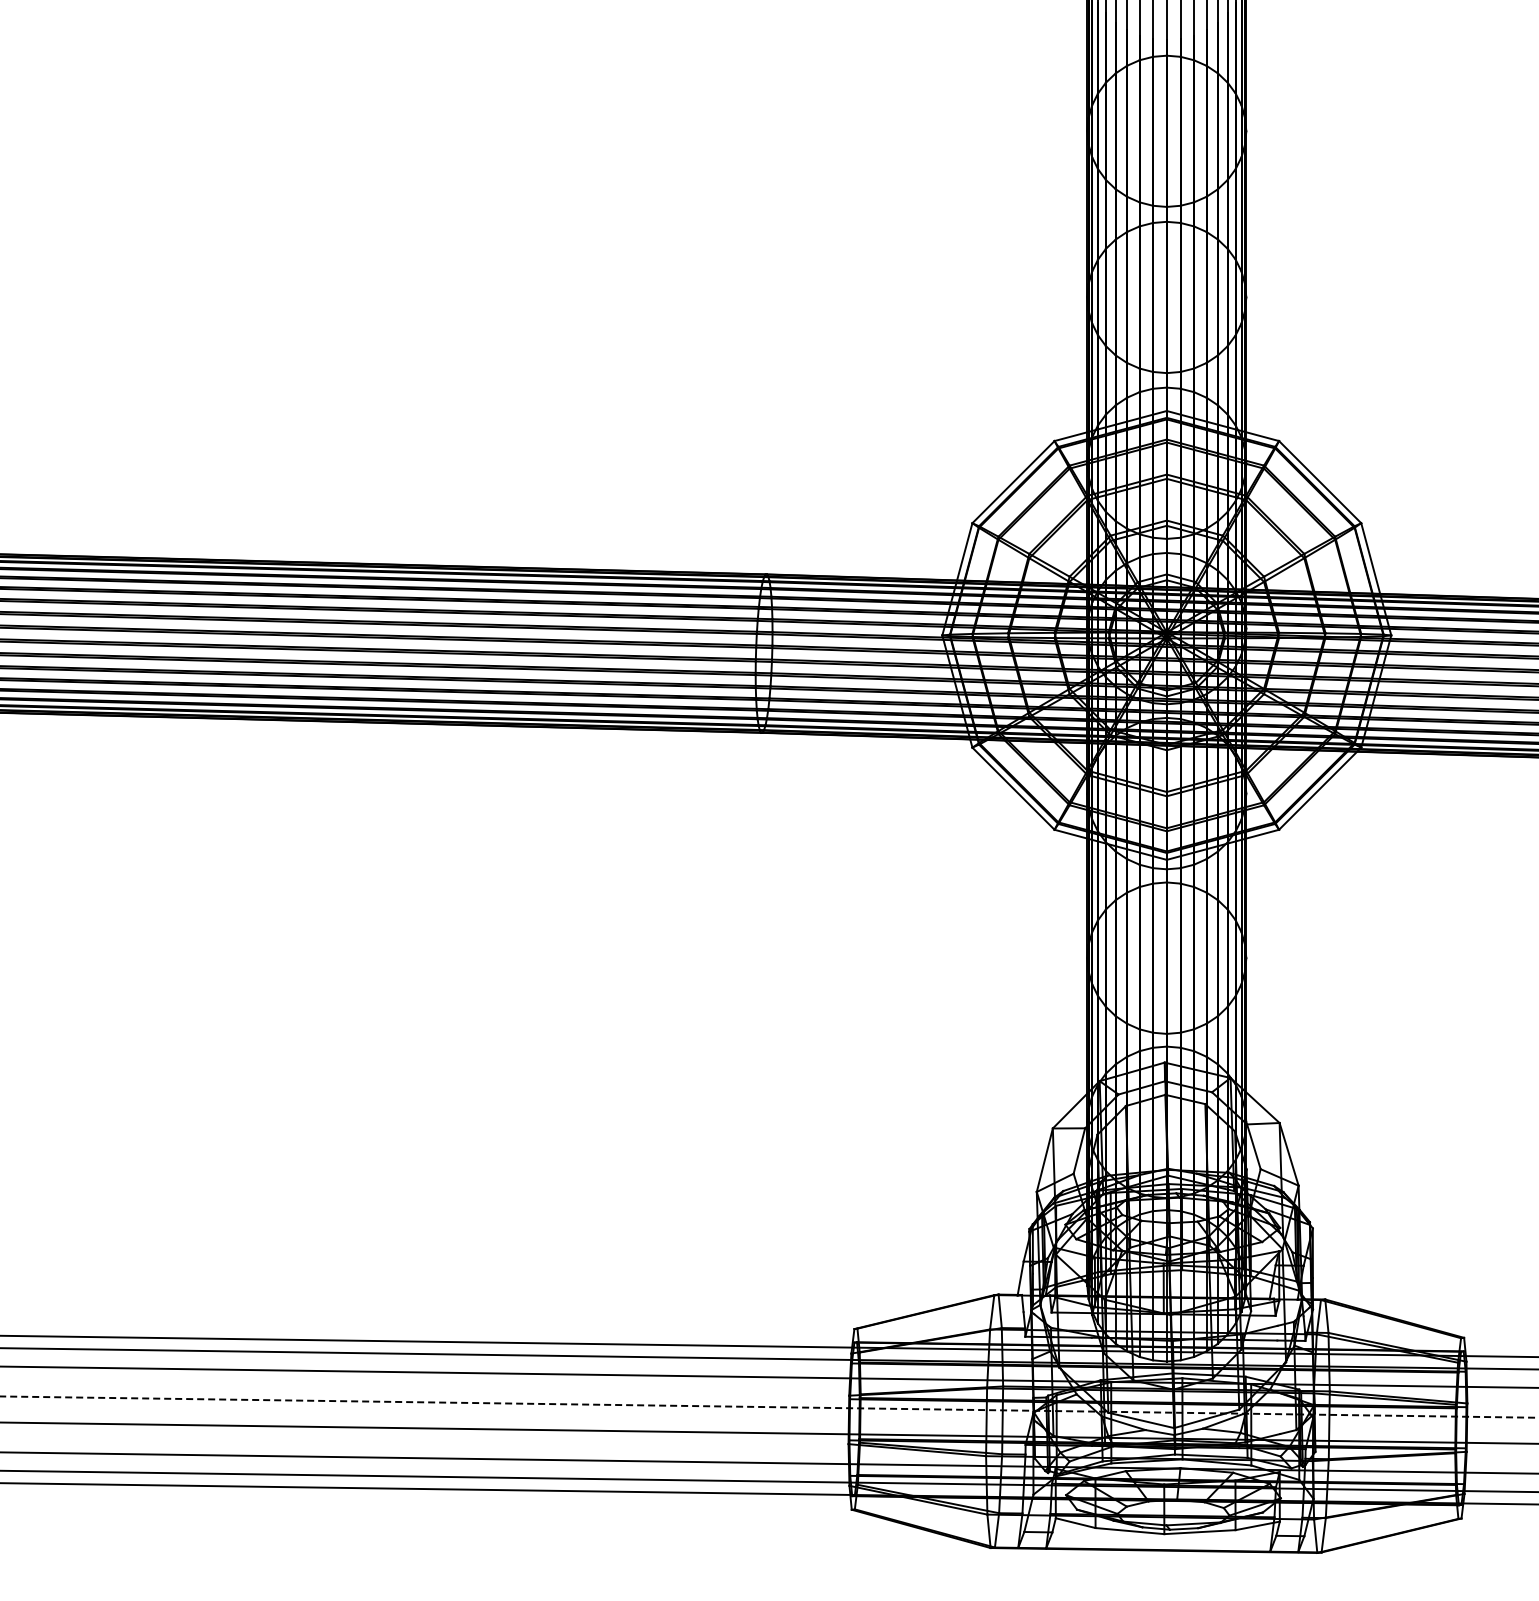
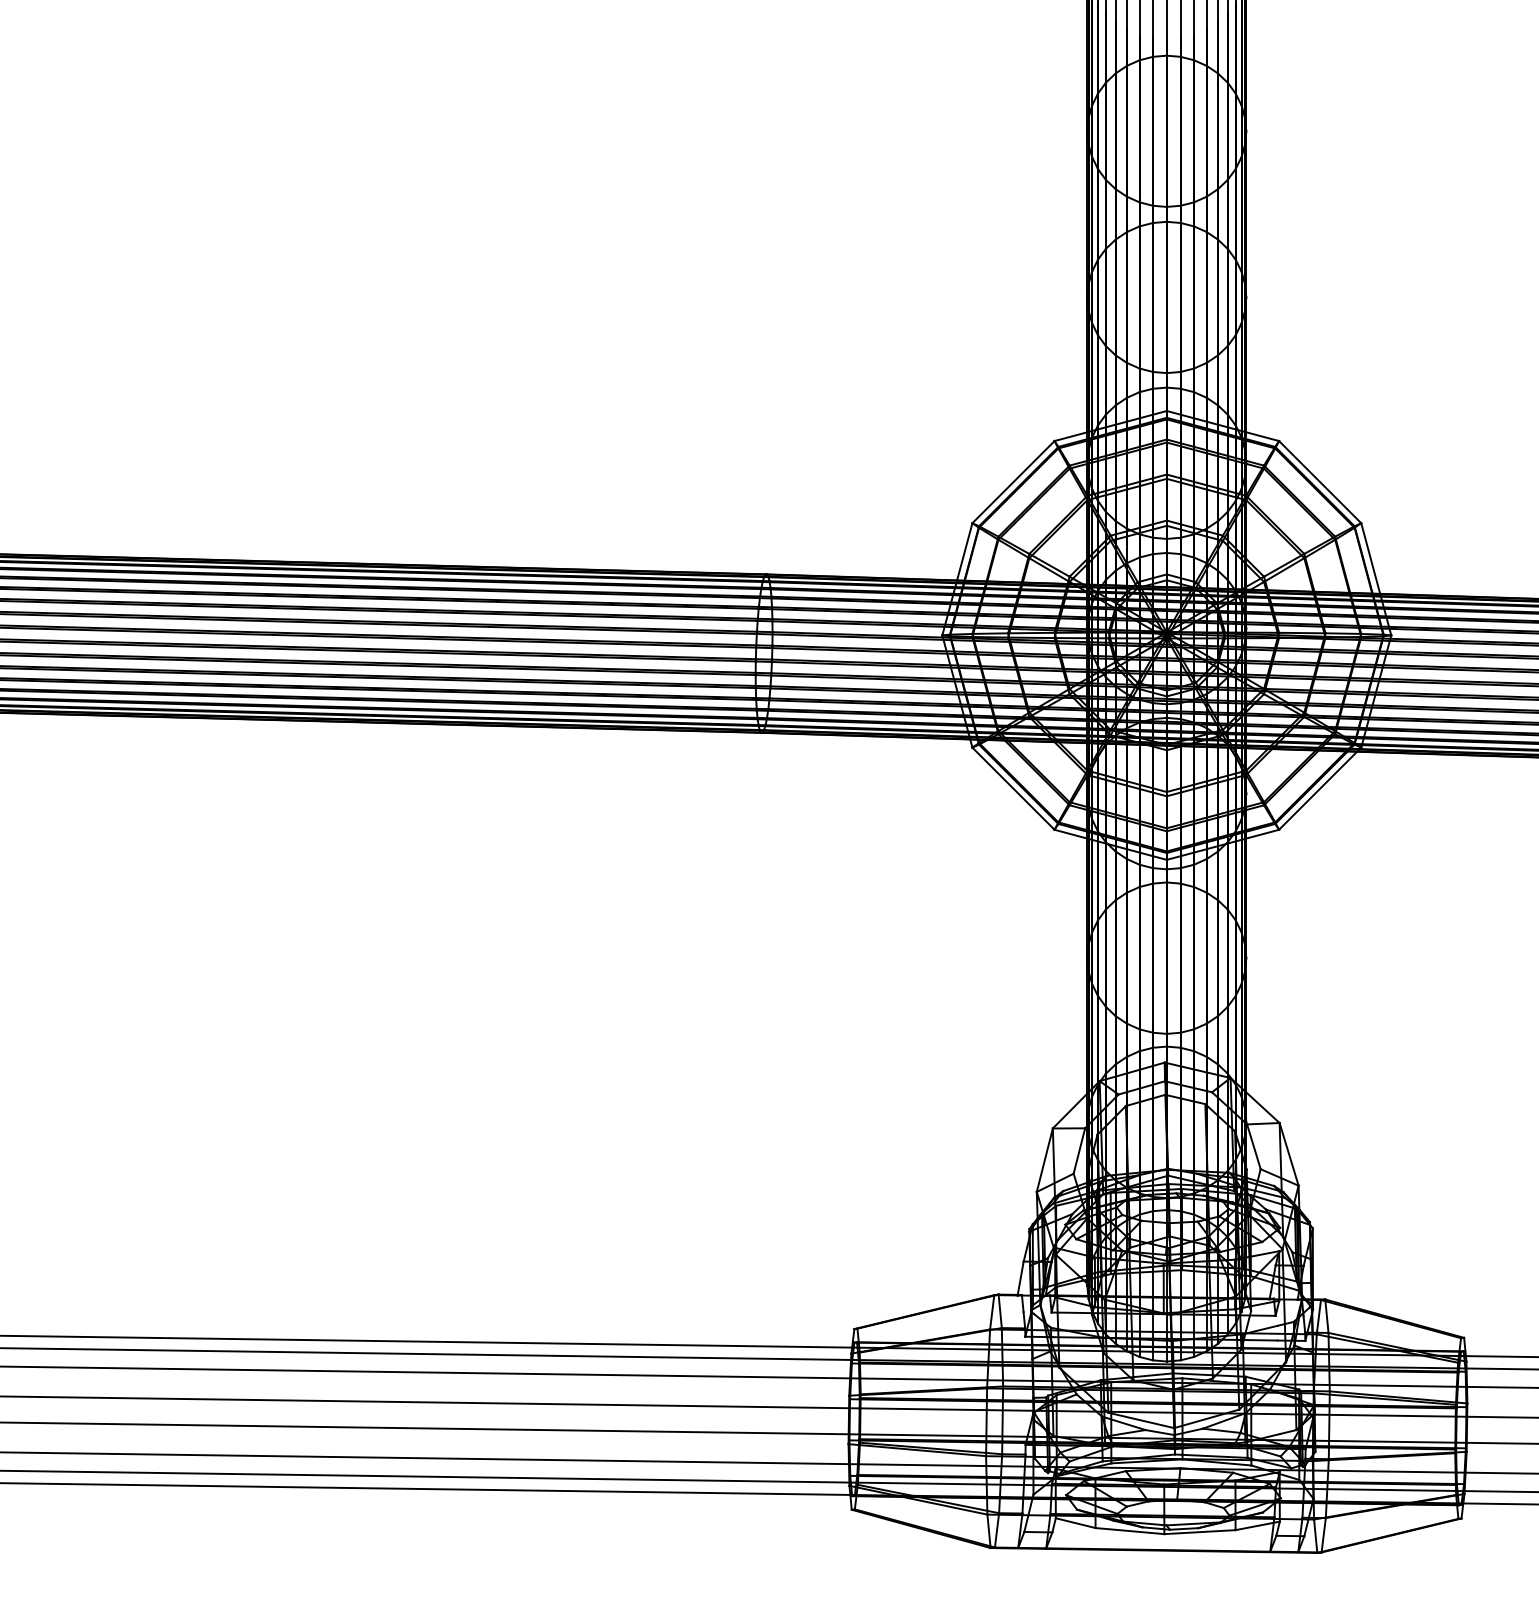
line at (769, 1407): dashed -> solid
